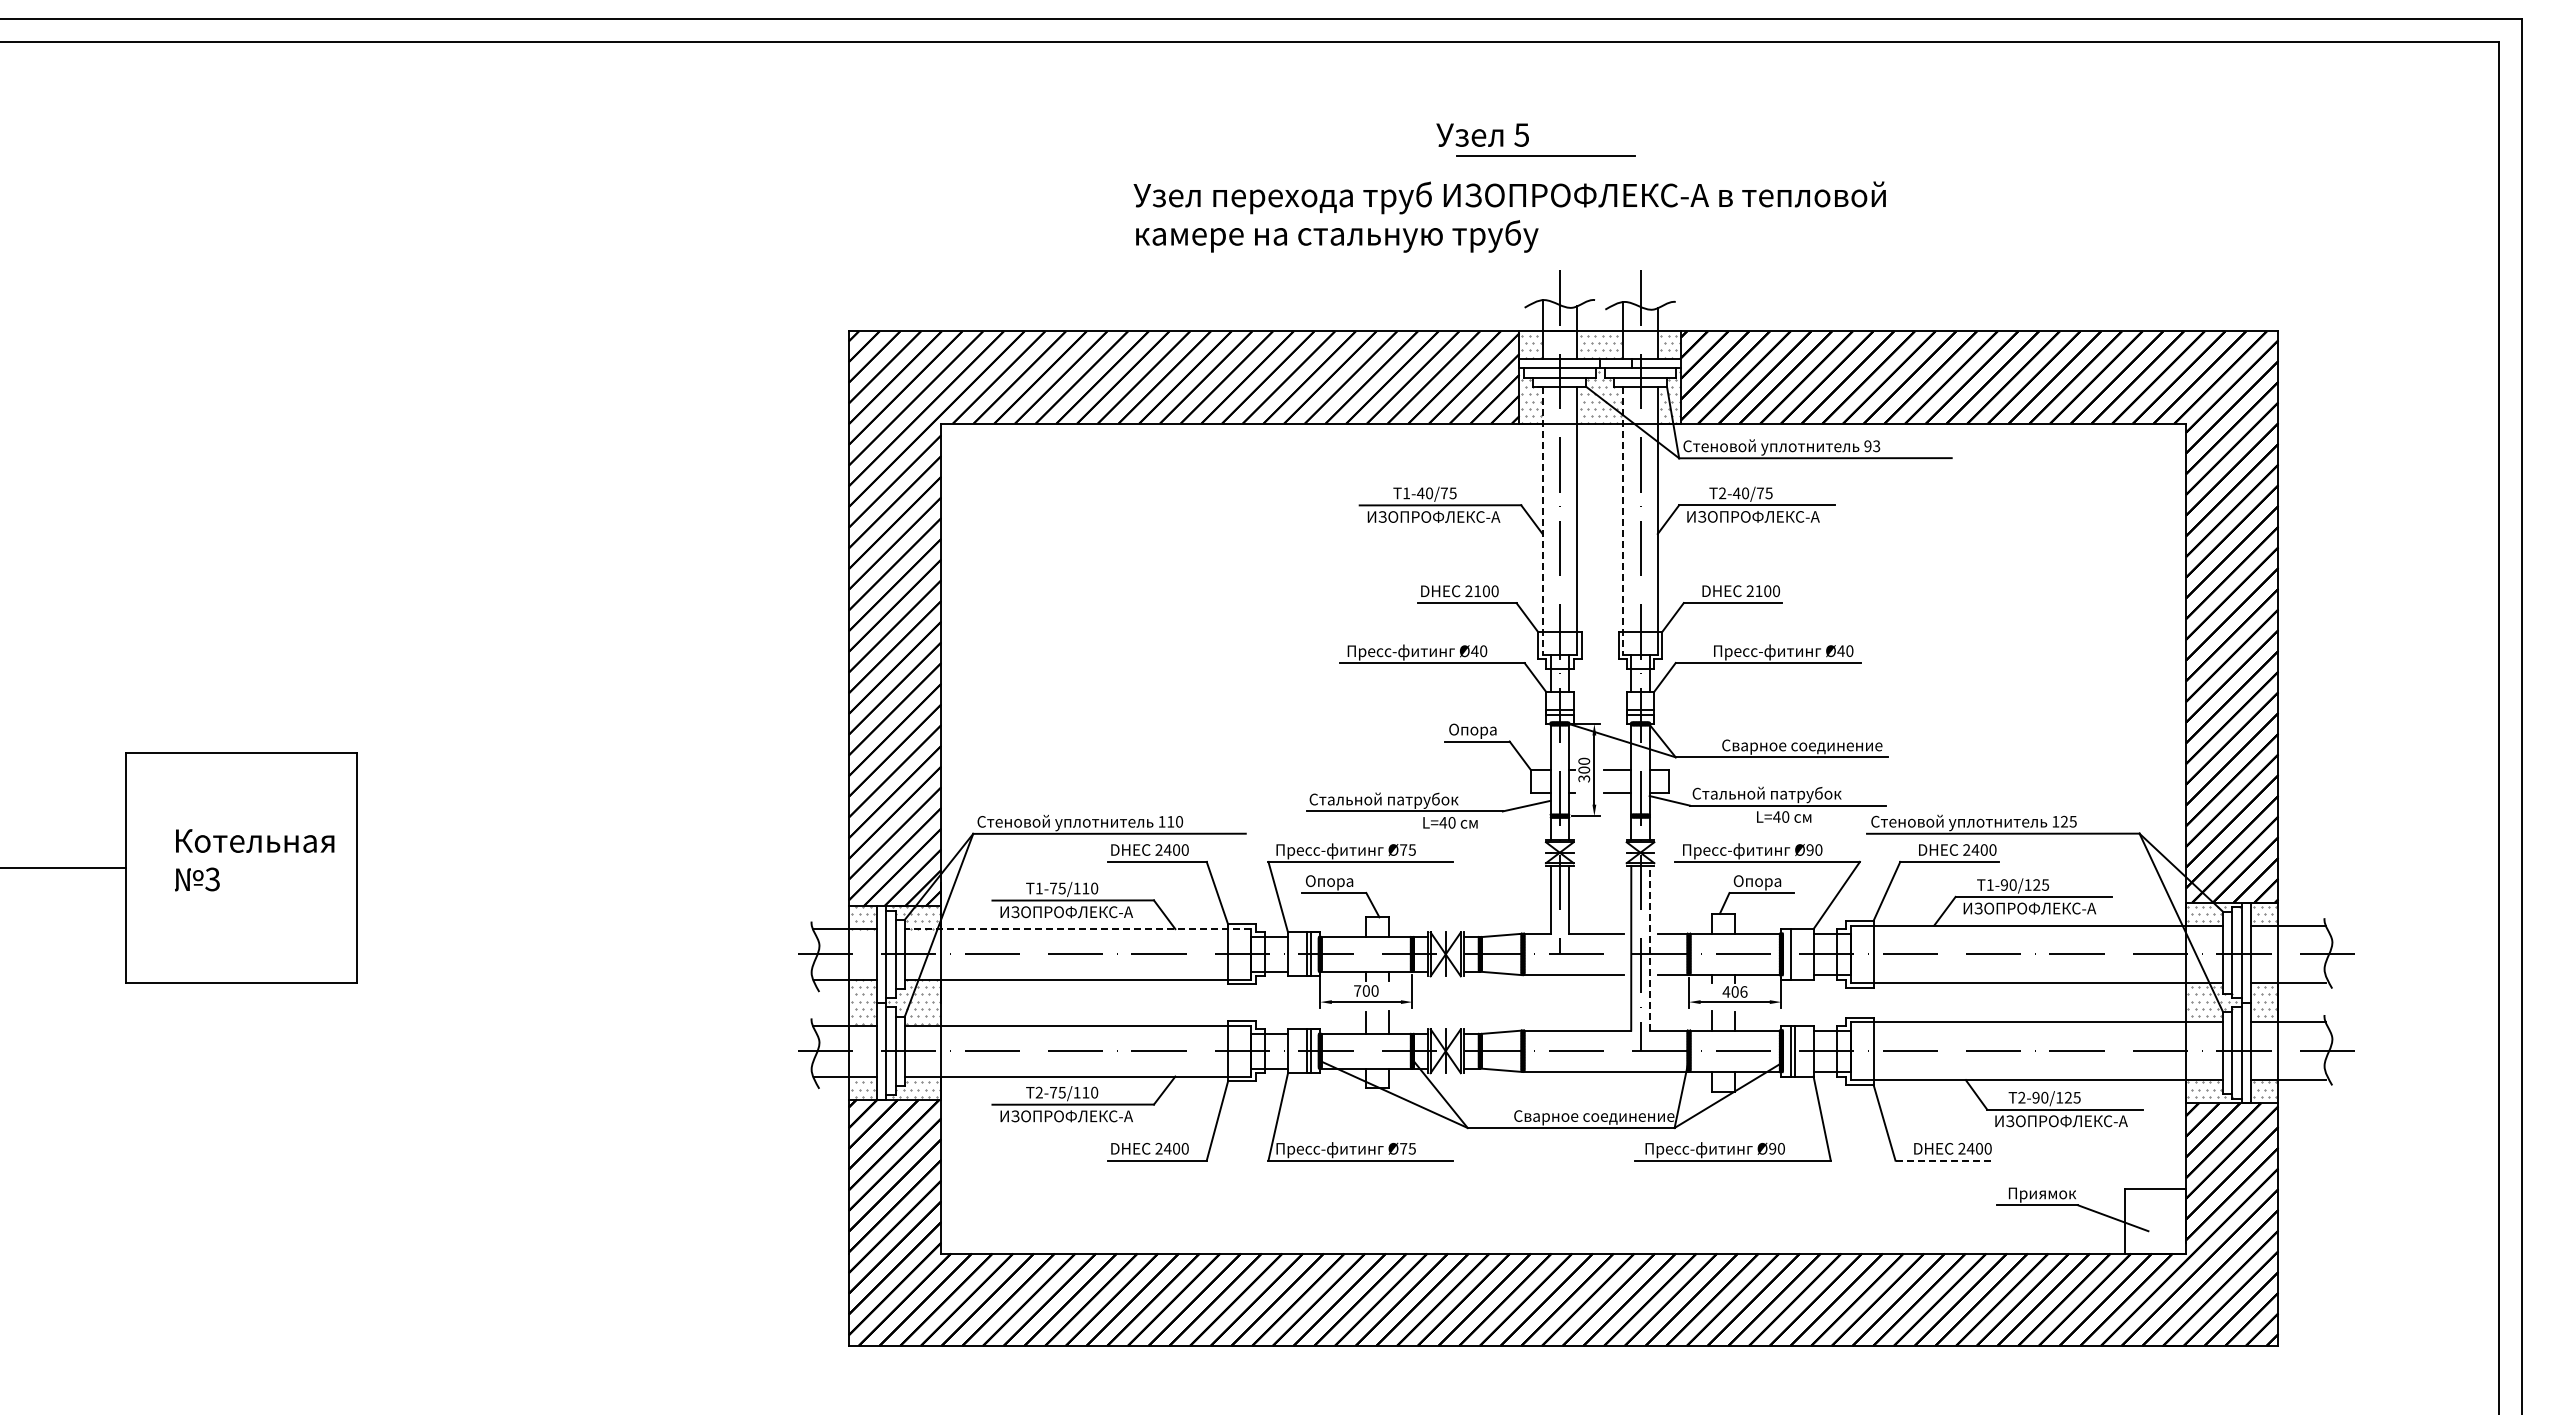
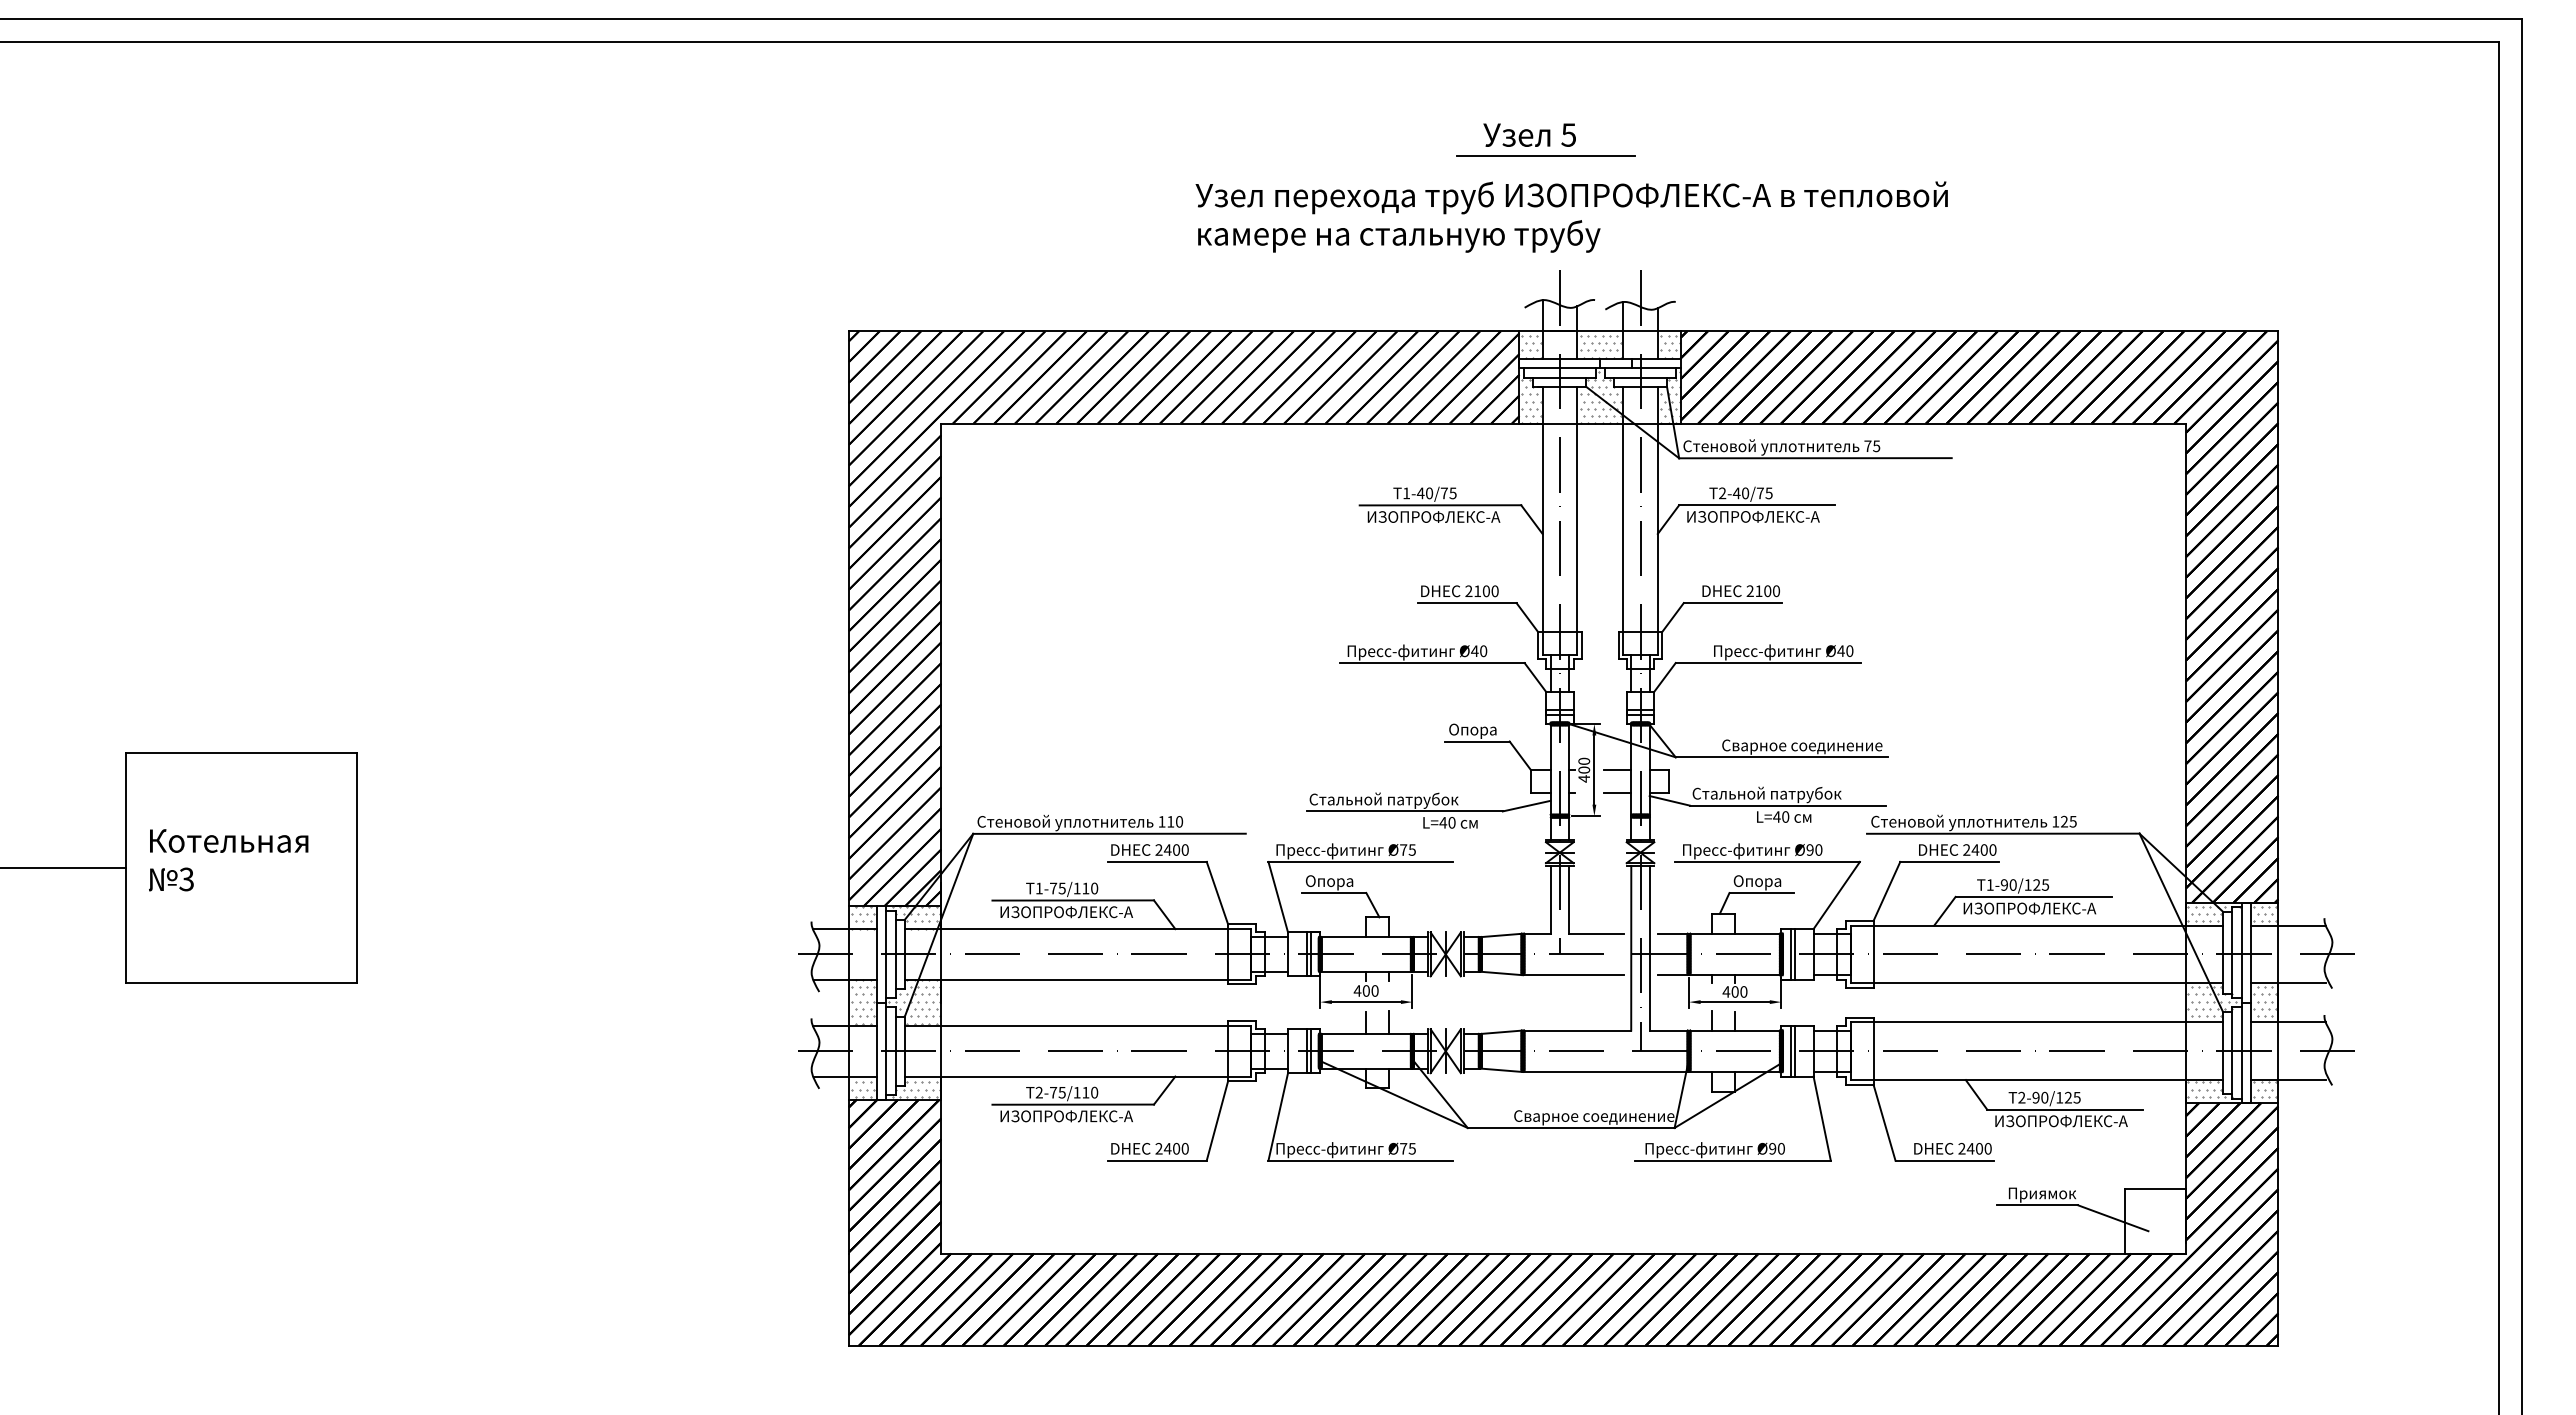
text at (1482, 134) position: (1482, 134) -> (1529, 134)
text at (1509, 216) position: (1509, 216) -> (1571, 216)
text at (1872, 446): 93 -> 75
line at (1542, 520): dashed -> solid
line at (1623, 520): dashed -> solid
text at (1584, 778): 300 -> 400
text at (254, 860) position: (254, 860) -> (228, 860)
line at (1077, 929): dashed -> solid
line at (1649, 947): dashed -> solid
line at (1795, 954): none -> present
text at (1357, 990): 700 -> 400
text at (1743, 991): 406 -> 400
line at (1945, 1160): dashed -> solid
